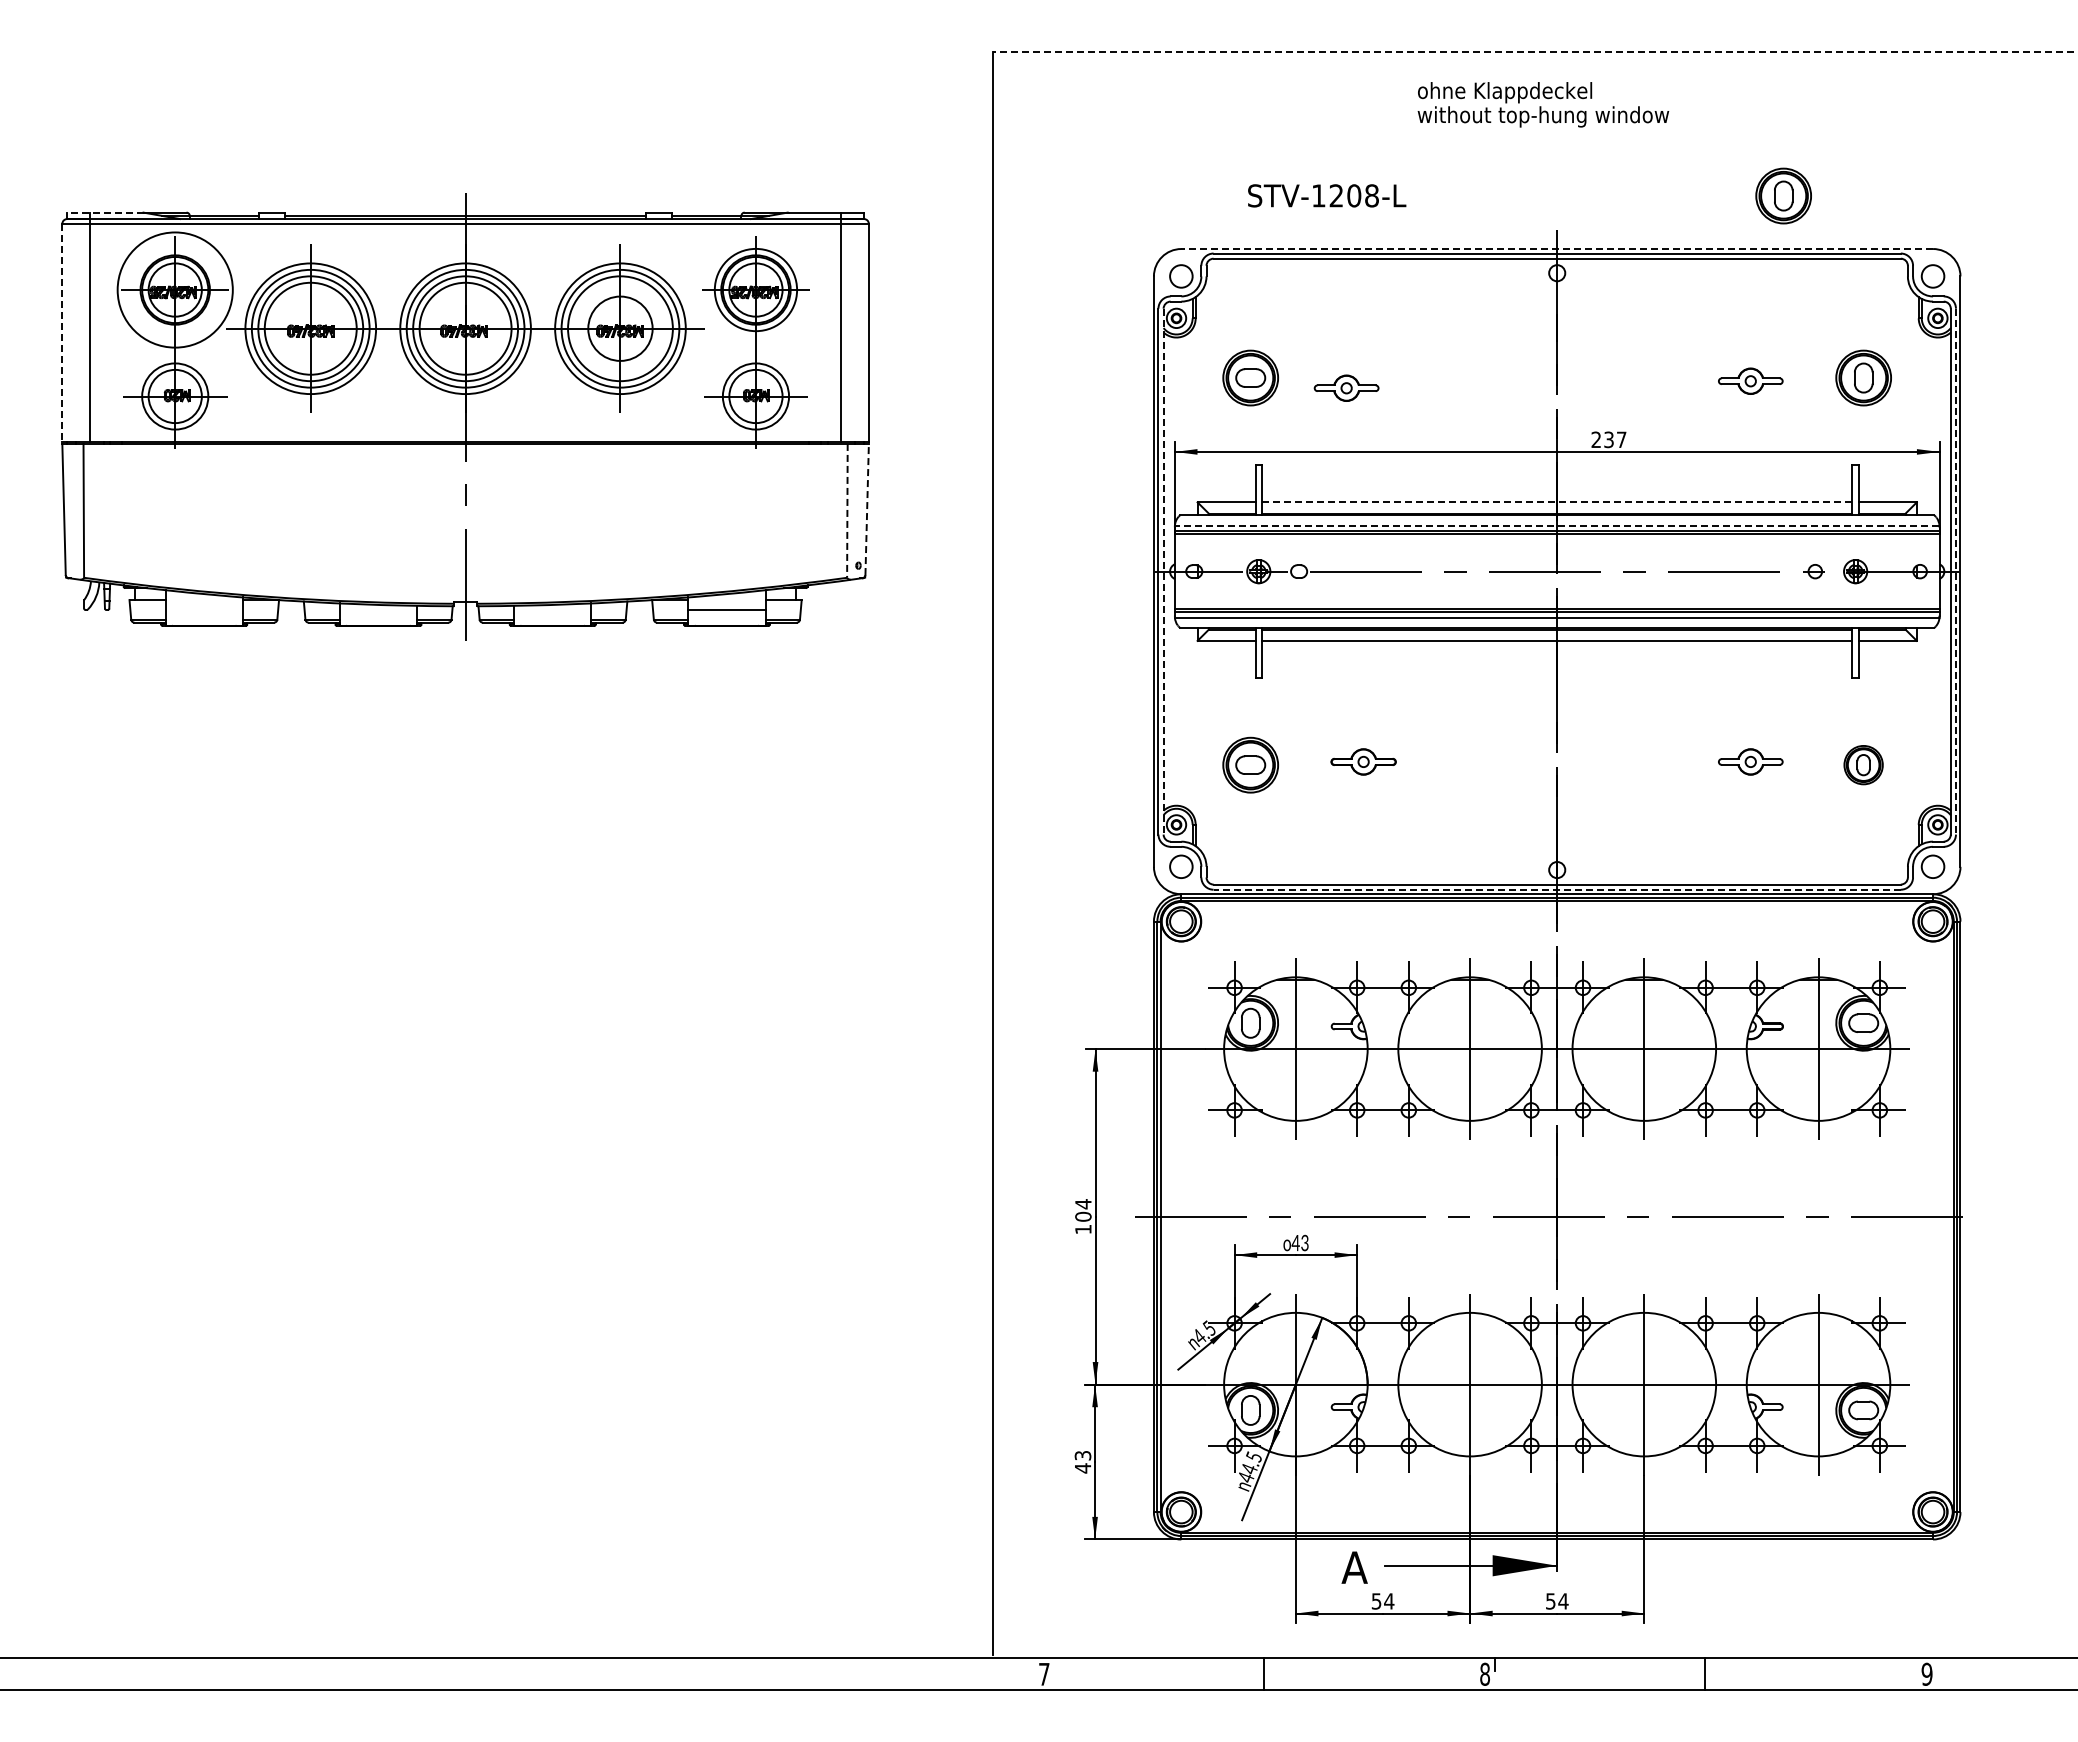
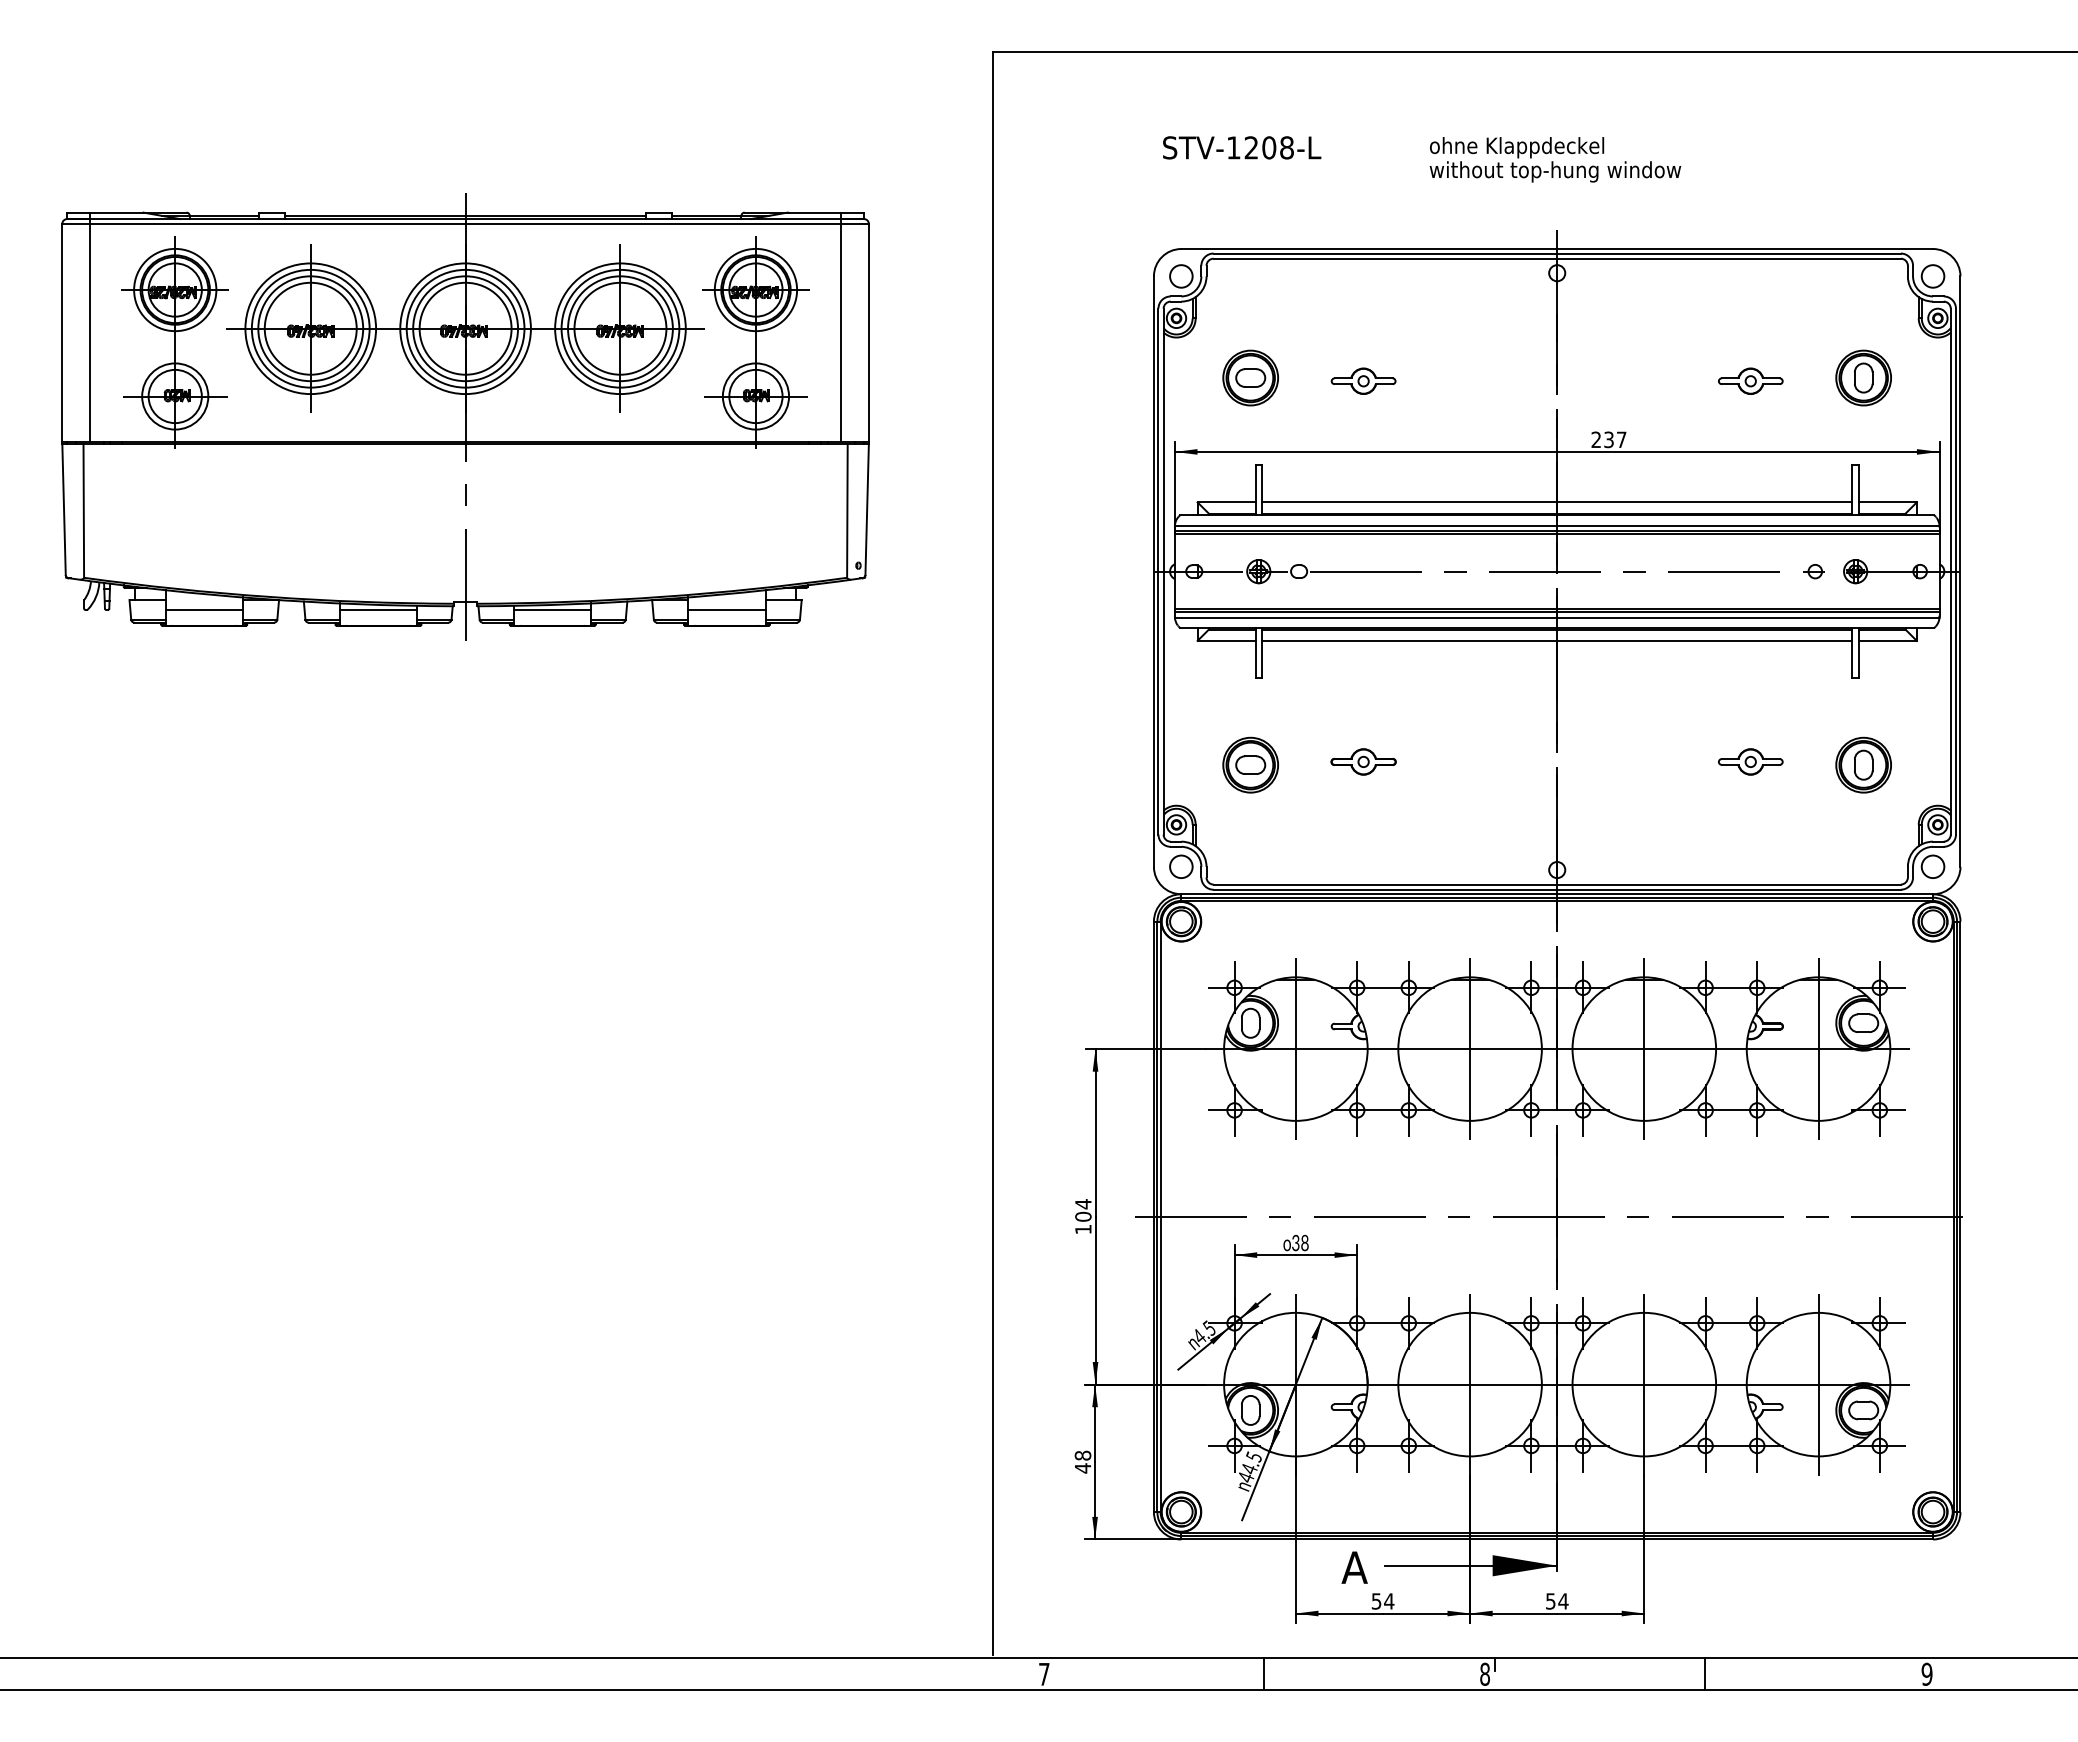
line at (1534, 52): dashed -> solid
text at (1543, 104) position: (1543, 104) -> (1555, 159)
text at (1327, 195) position: (1327, 195) -> (1242, 147)
part at (1783, 195): present -> none
line at (104, 212): dashed -> solid
line at (1557, 249): dashed -> solid
circle at (174, 289) diameter: 115 px -> 82 px
circle at (620, 328) diameter: 64 px -> 92 px
line at (62, 332): dashed -> solid
part at (1346, 387) position: (1346, 387) -> (1363, 380)
line at (1556, 502): dashed -> solid
line at (867, 509): dashed -> solid
line at (847, 510): dashed -> solid
line at (1556, 525): dashed -> solid
line at (1163, 571): dashed -> solid
line at (1955, 571): dashed -> solid
line at (204, 609): none -> present
line at (378, 609): none -> present
line at (552, 609): none -> present
part at (1863, 765) size: 41x41 px -> 57x58 px
line at (1557, 889): dashed -> solid
text at (1299, 1242): 43 -> 38
text at (1082, 1455): 43 -> 48
